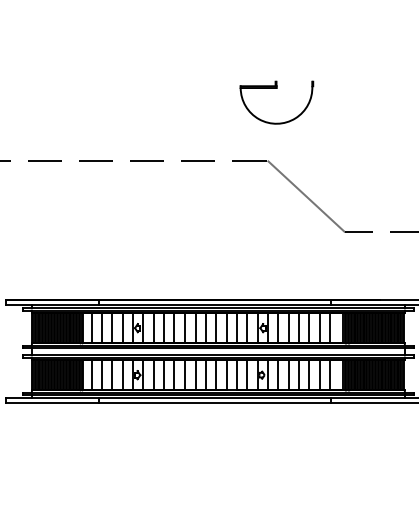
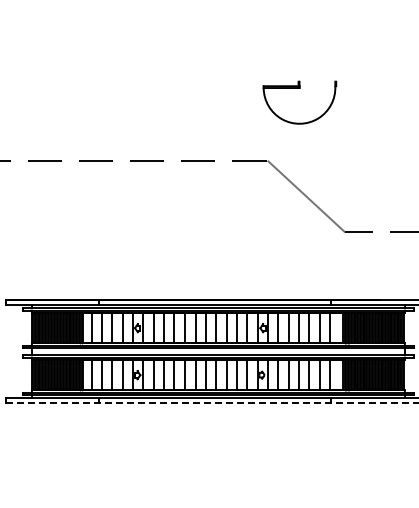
part at (276, 88) position: (276, 88) -> (299, 88)
line at (212, 402): solid -> dashed
